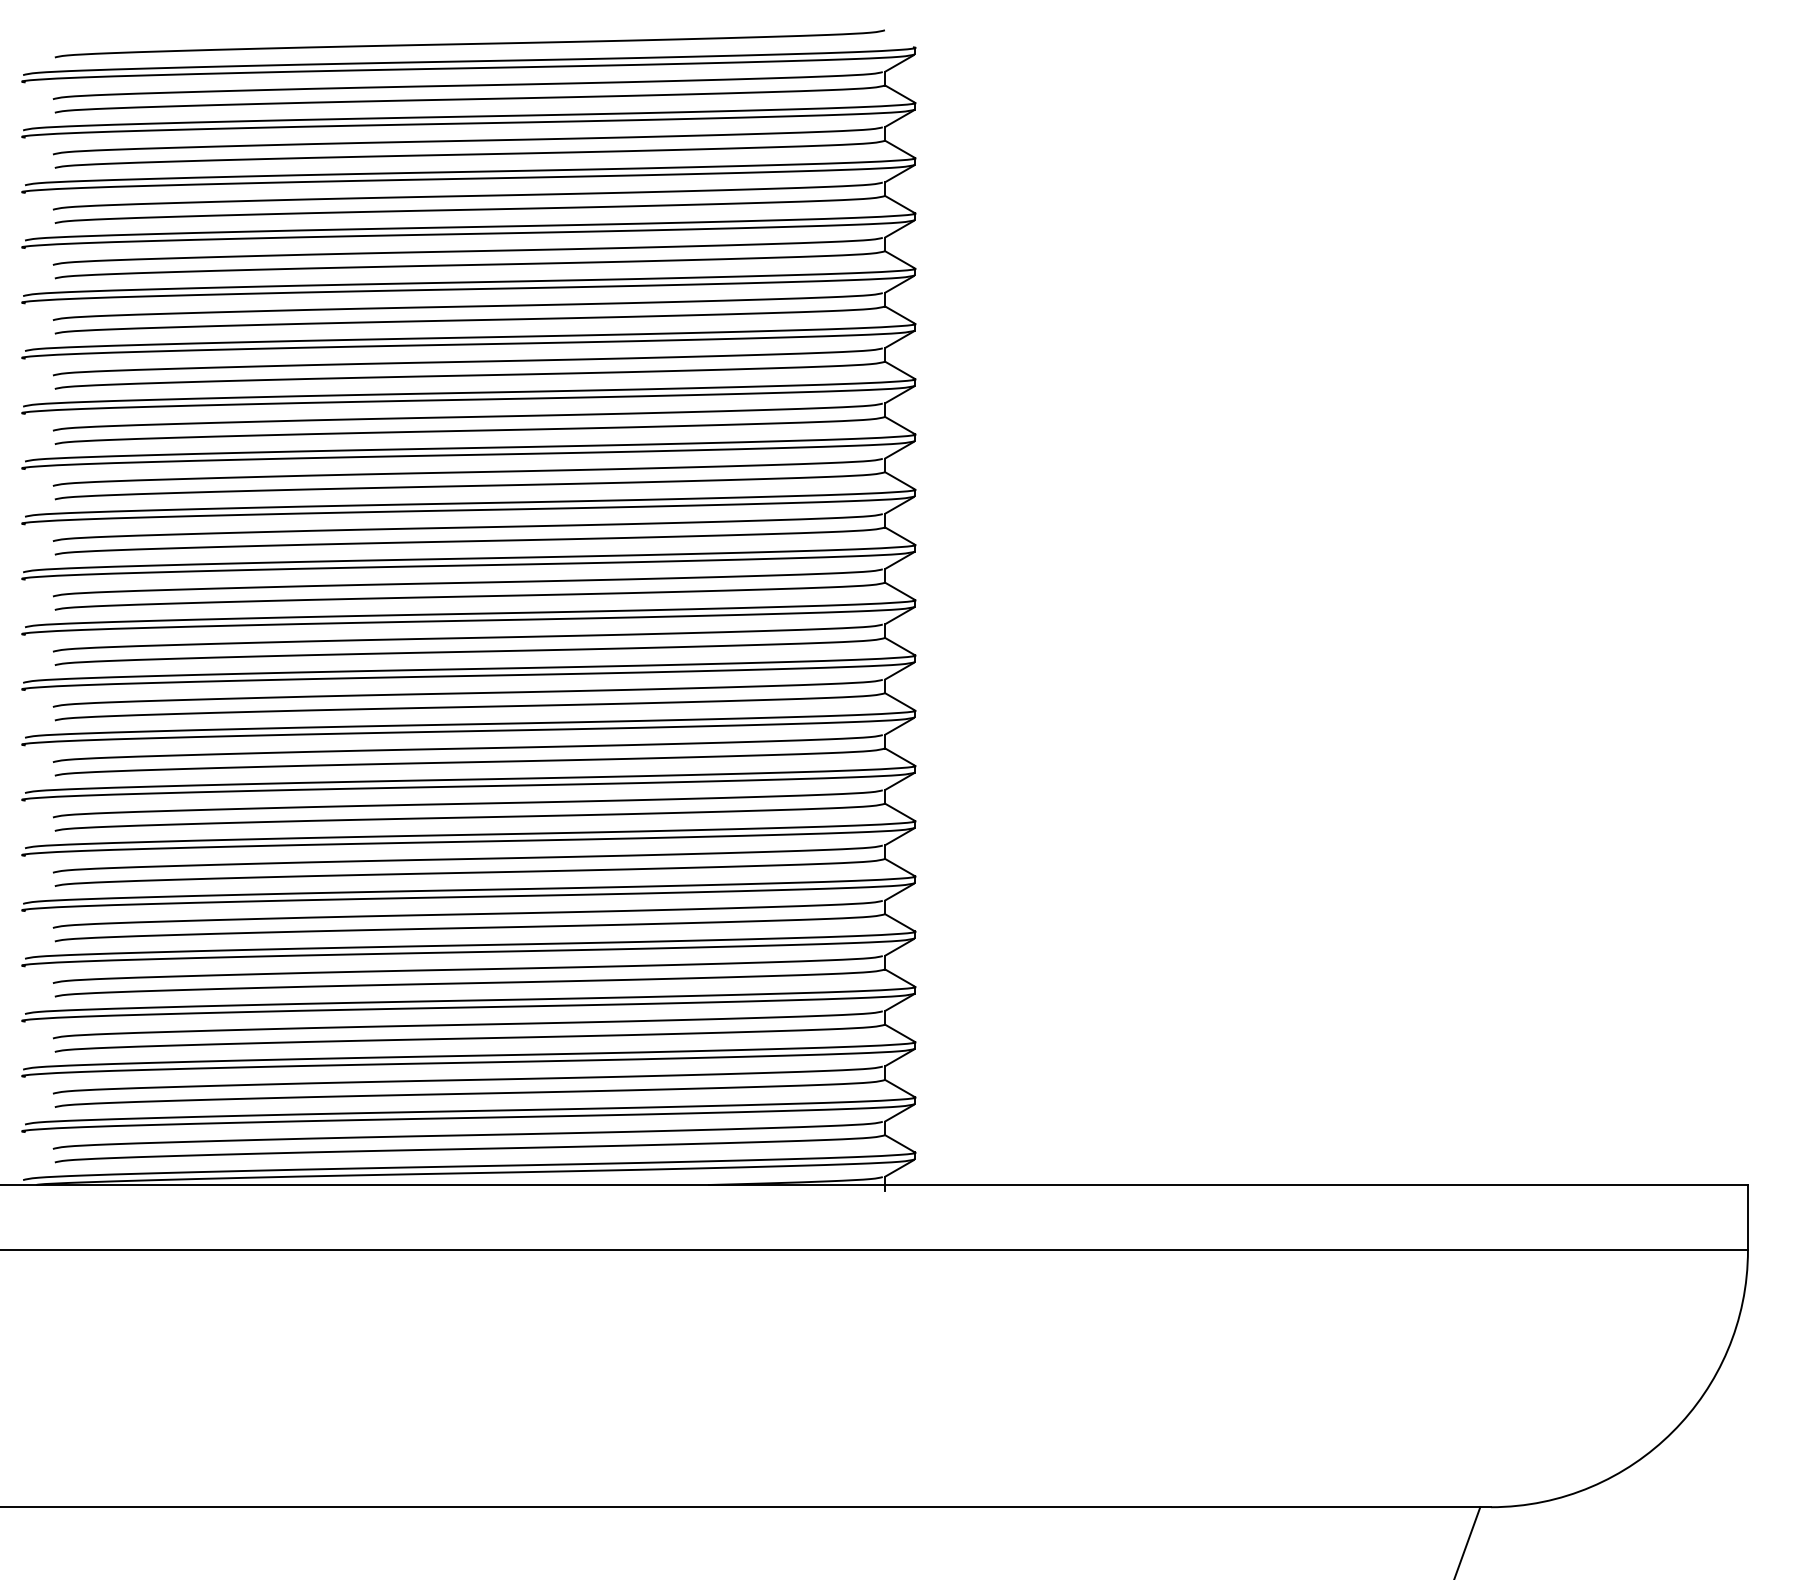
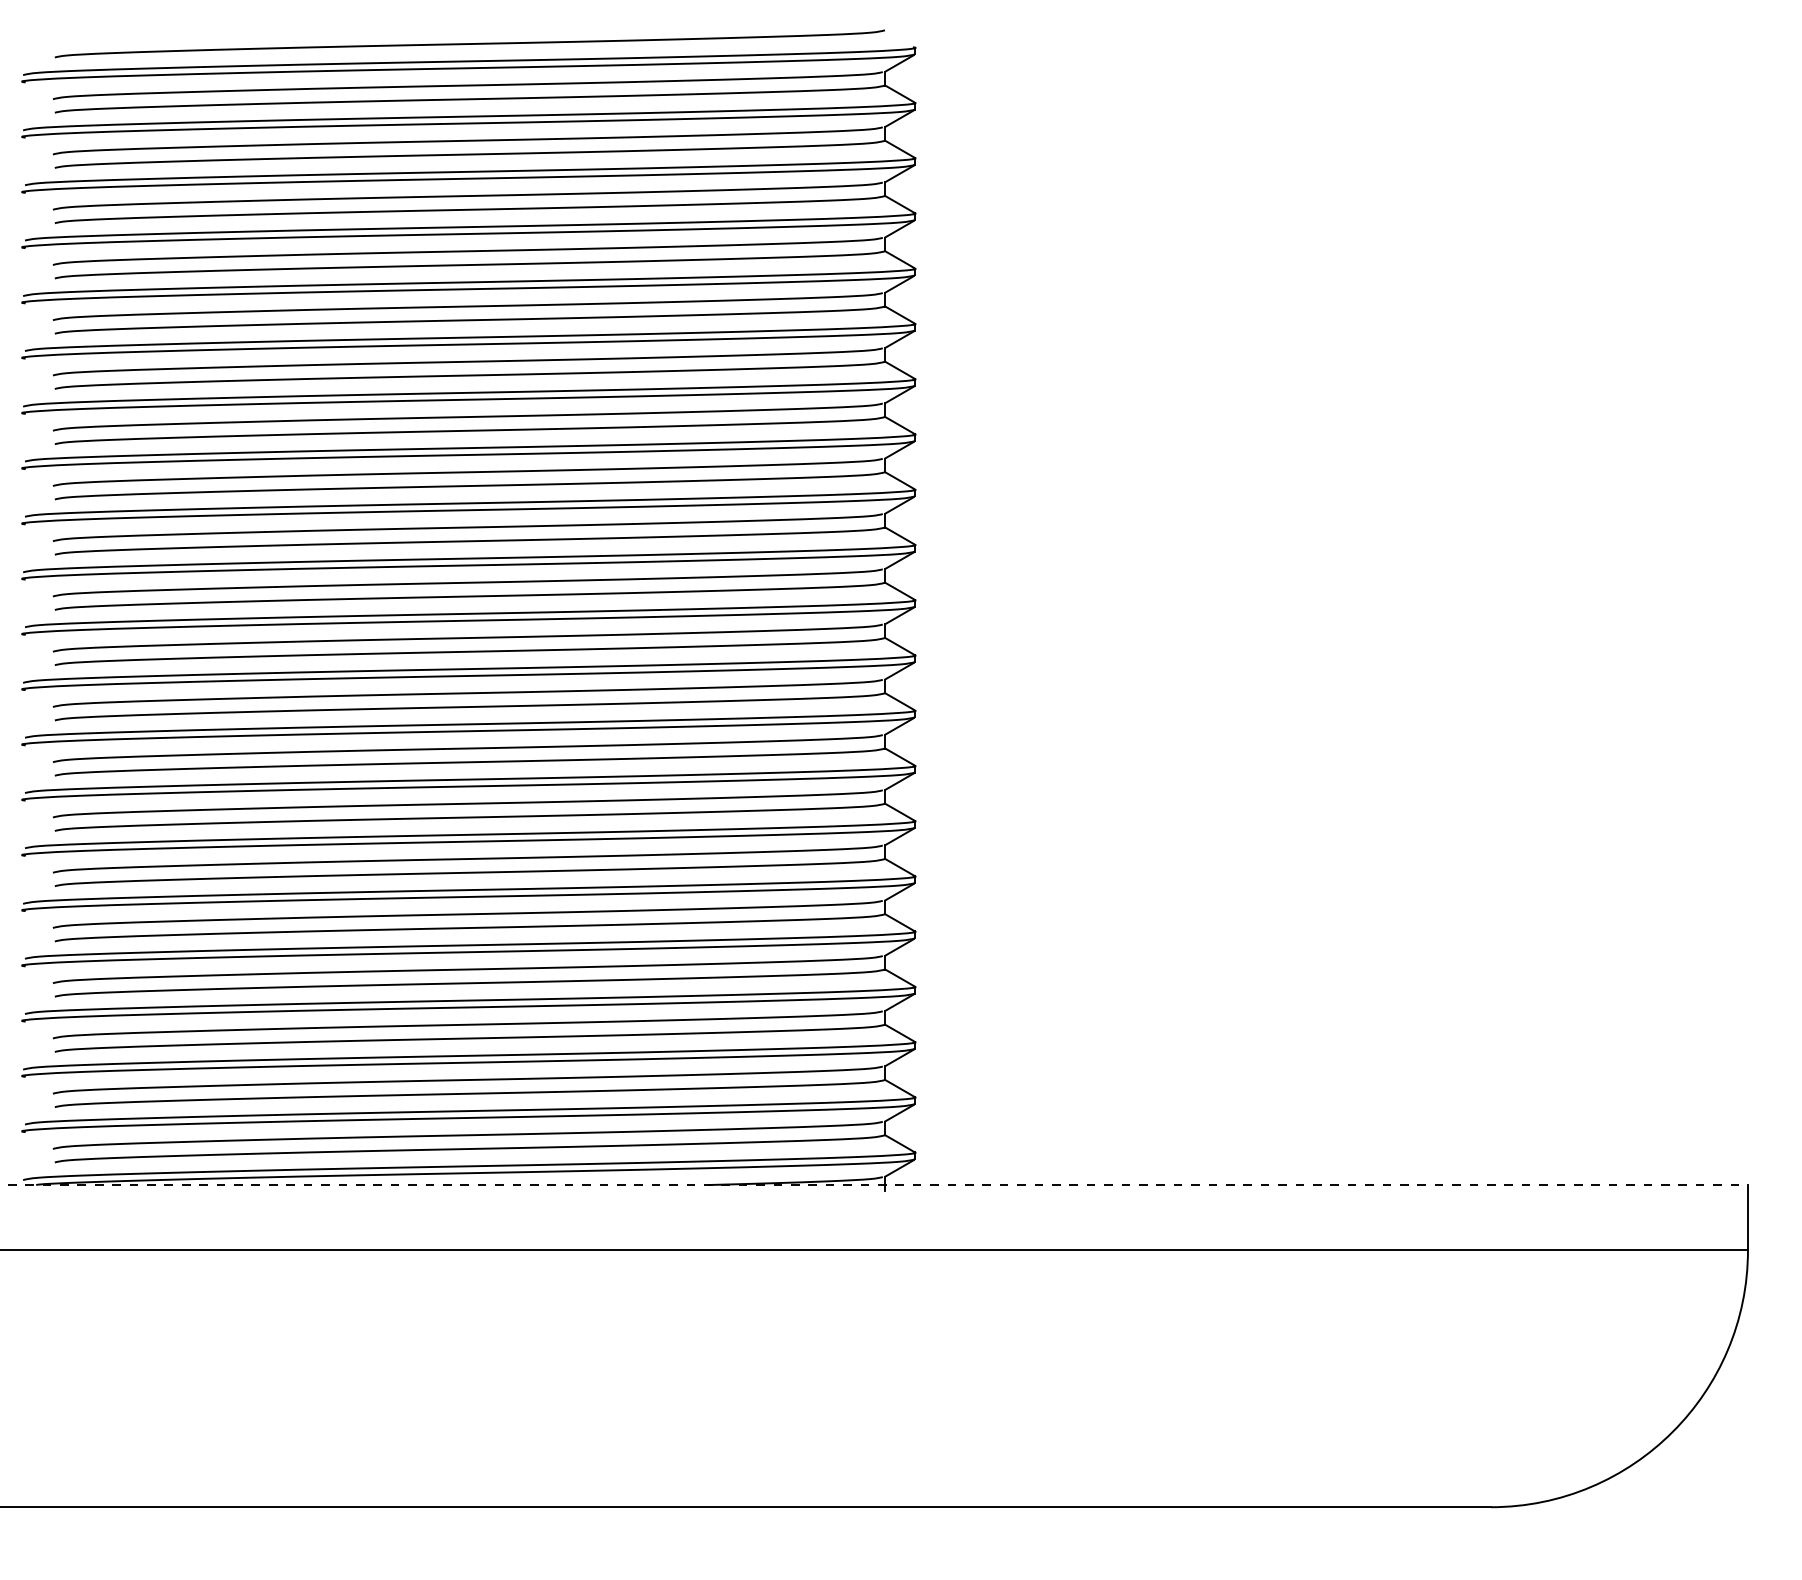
line at (874, 1185): solid -> dashed
line at (1467, 1541): present -> none
